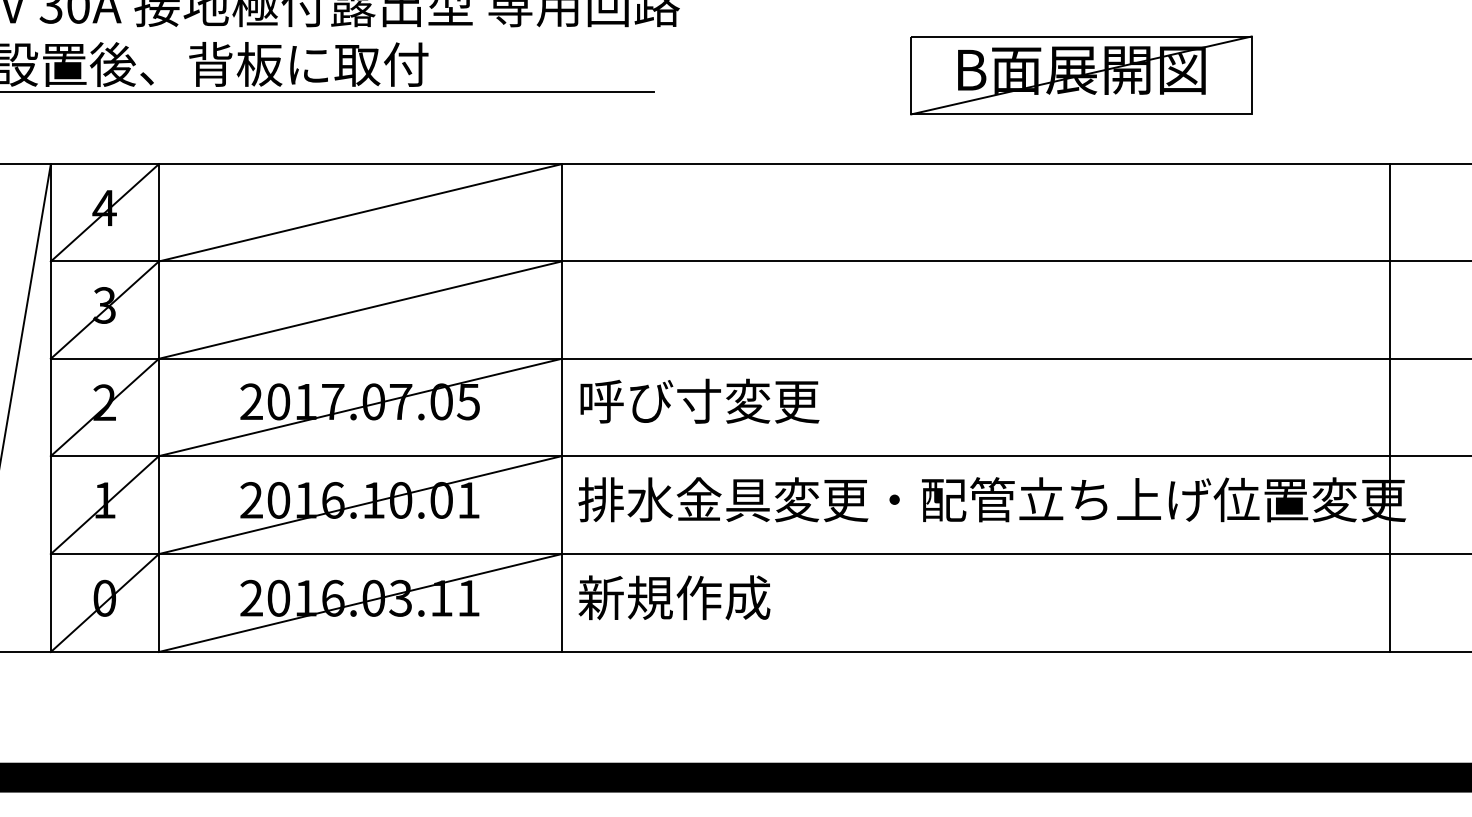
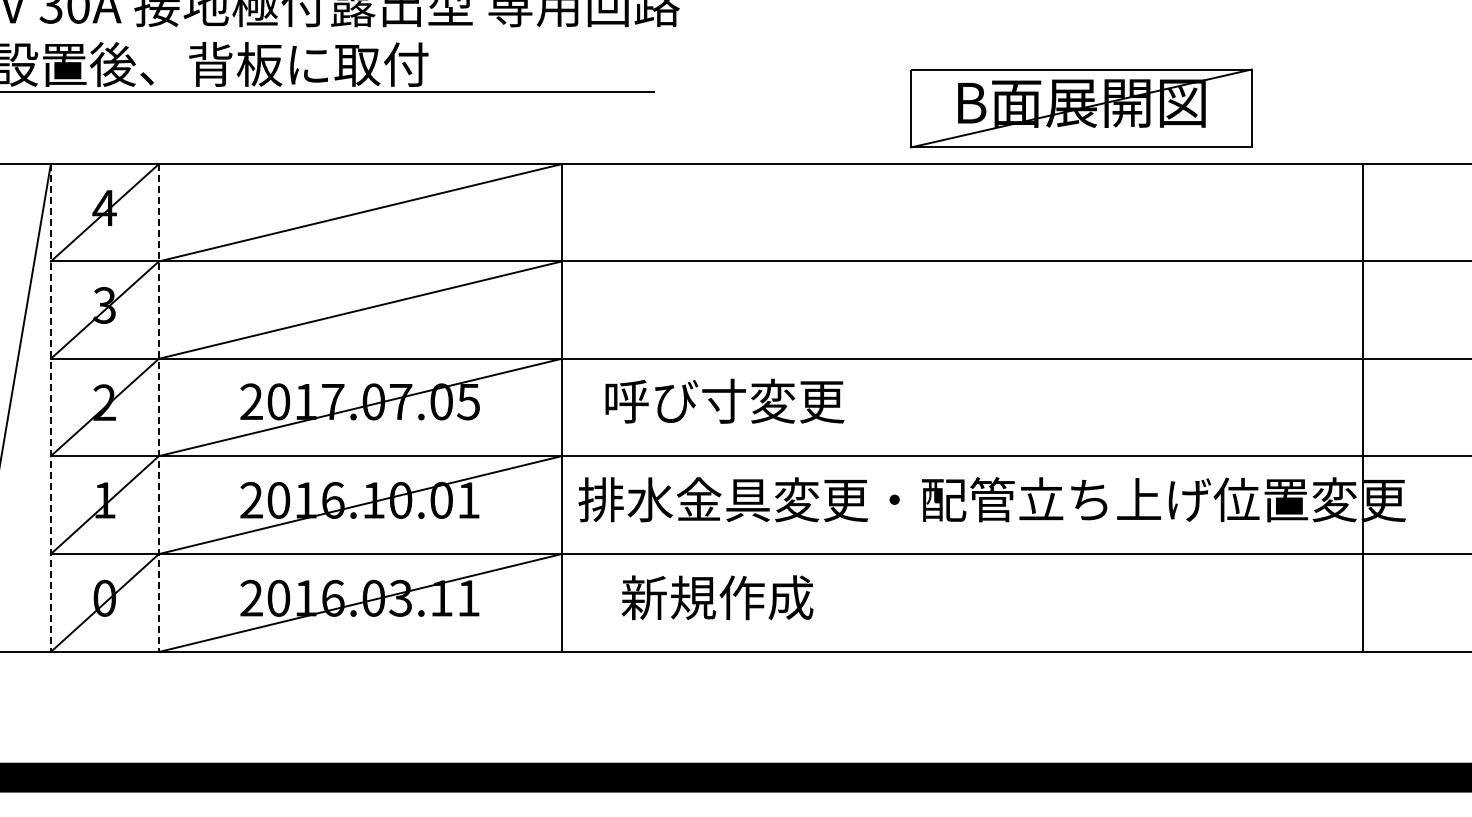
part at (1081, 75) position: (1081, 75) -> (1081, 108)
text at (699, 400) position: (699, 400) -> (724, 400)
line at (50, 408): solid -> dashed
line at (158, 408): solid -> dashed
line at (1389, 408) position: (1389, 408) -> (1362, 408)
text at (674, 597) position: (674, 597) -> (717, 597)
